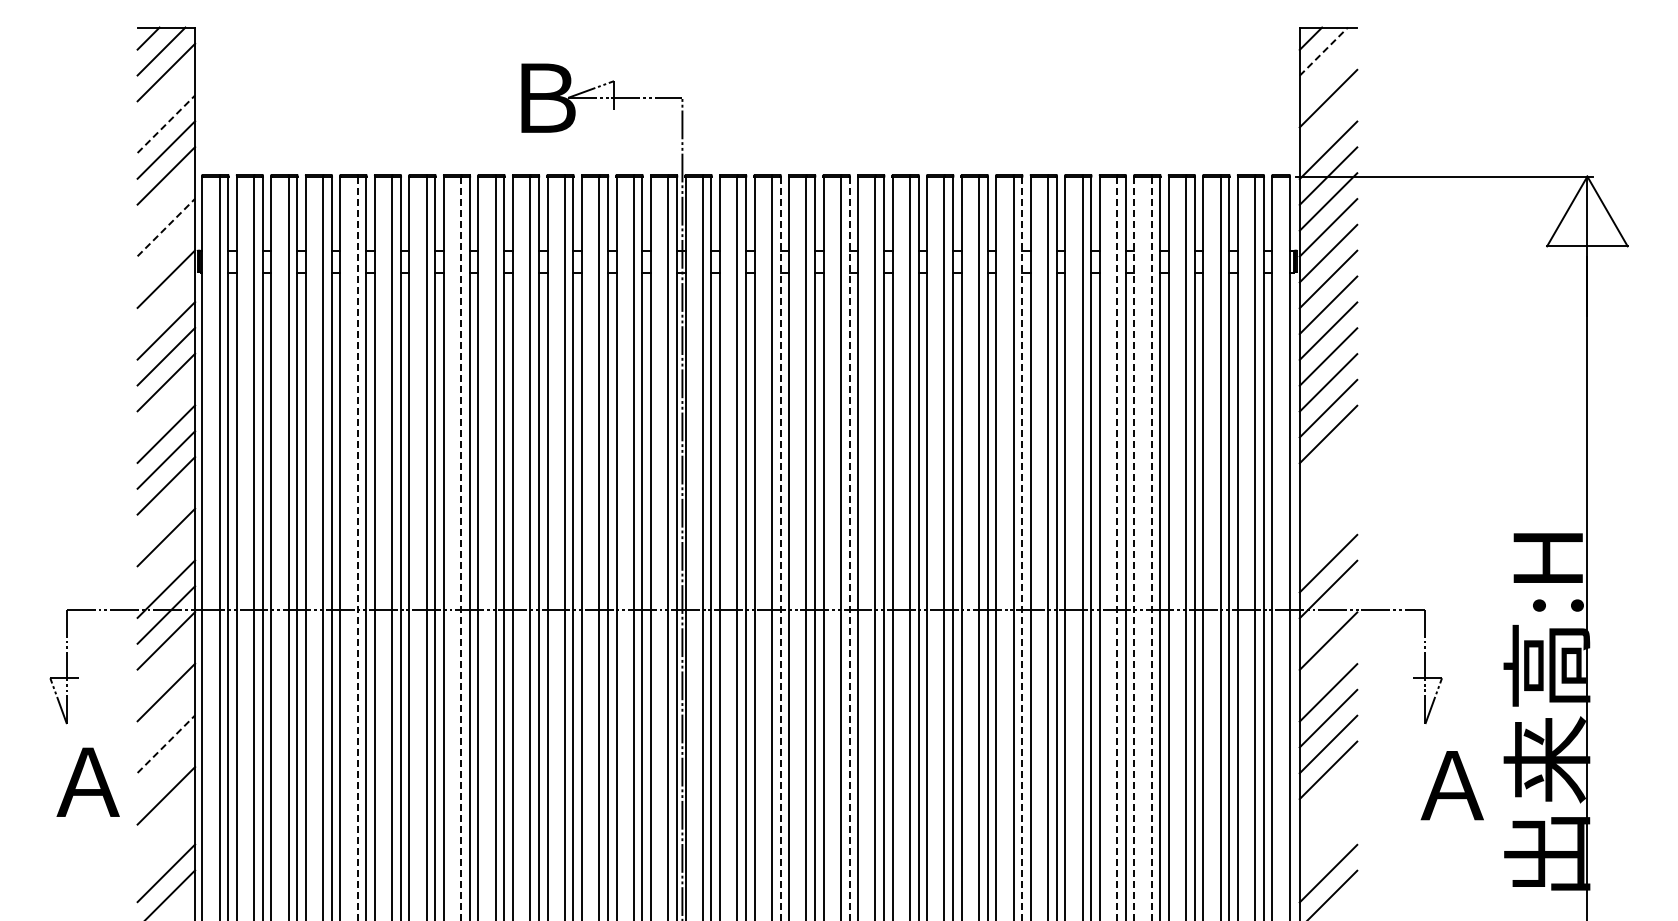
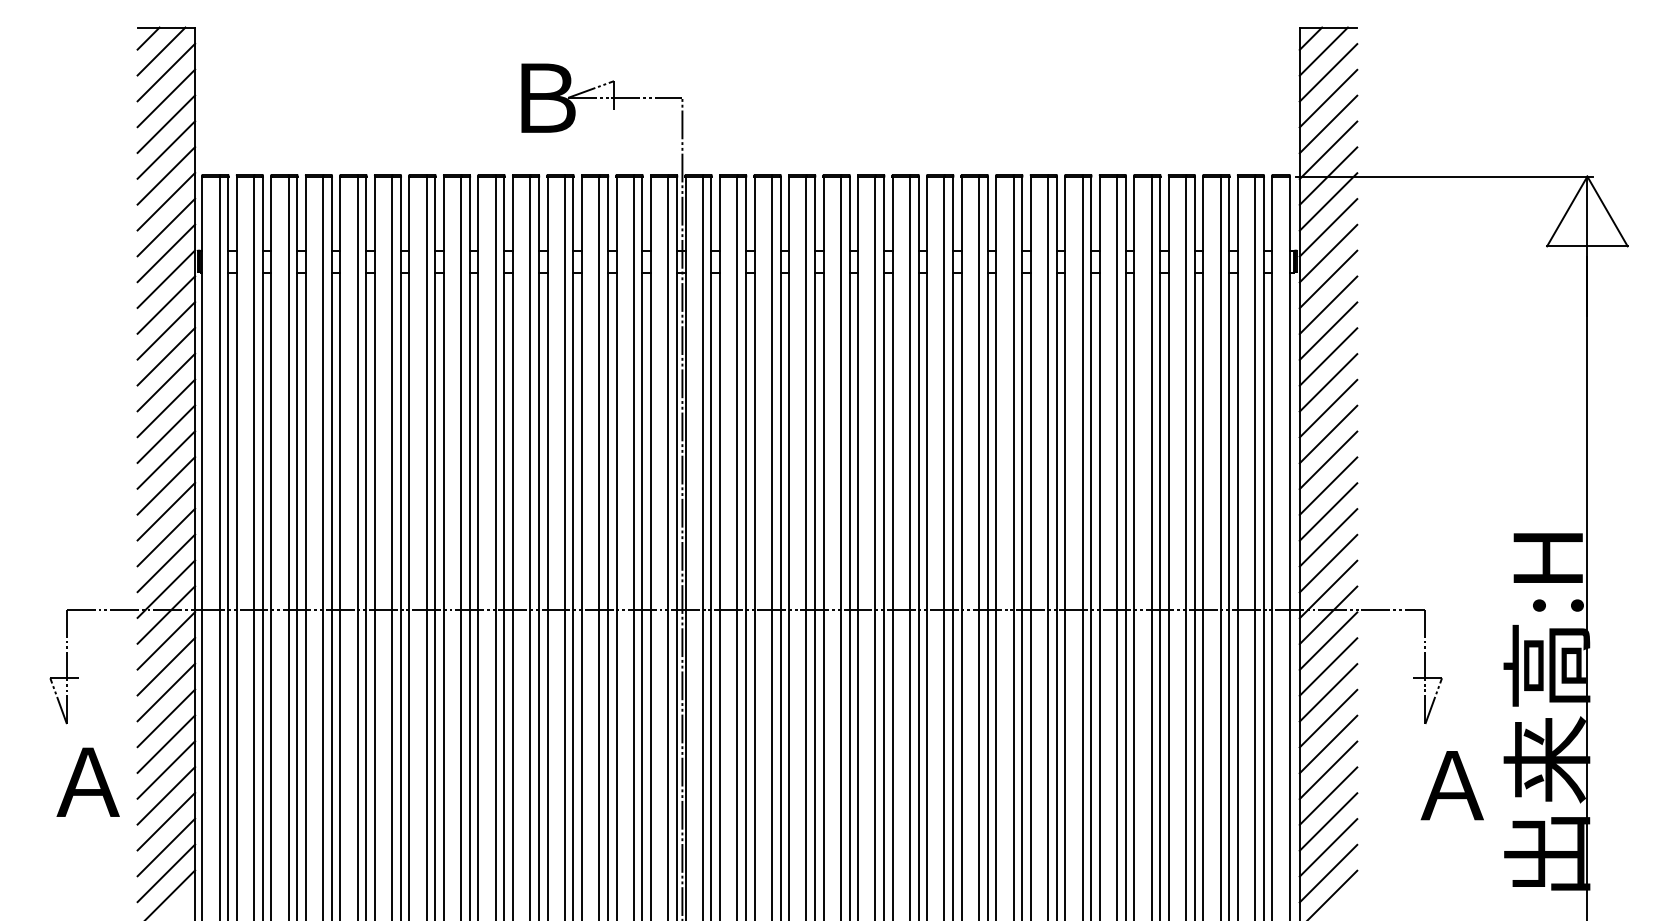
line at (1324, 51): dashed -> solid
line at (1328, 72): none -> present
line at (166, 98): none -> present
line at (166, 124): dashed -> solid
line at (1328, 124): none -> present
line at (166, 201): none -> present
line at (166, 227): dashed -> solid
line at (166, 253): none -> present
line at (166, 304): none -> present
line at (166, 408): none -> present
line at (1328, 460): none -> present
line at (1328, 485): none -> present
line at (166, 511): none -> present
line at (1328, 511): none -> present
line at (1328, 537): none -> present
line at (357, 548): dashed -> solid
line at (461, 548): dashed -> solid
line at (780, 548): dashed -> solid
line at (849, 548): dashed -> solid
line at (1022, 548): dashed -> solid
line at (1117, 548): dashed -> solid
line at (1134, 548): dashed -> solid
line at (1151, 548): dashed -> solid
line at (166, 563): none -> present
line at (1328, 615): none -> present
line at (166, 666): none -> present
line at (1328, 666): none -> present
line at (166, 718): none -> present
line at (166, 744): dashed -> solid
line at (166, 769): none -> present
line at (1328, 795): none -> present
line at (166, 821): none -> present
line at (1328, 821): none -> present
line at (166, 847): none -> present
line at (1328, 847): none -> present
